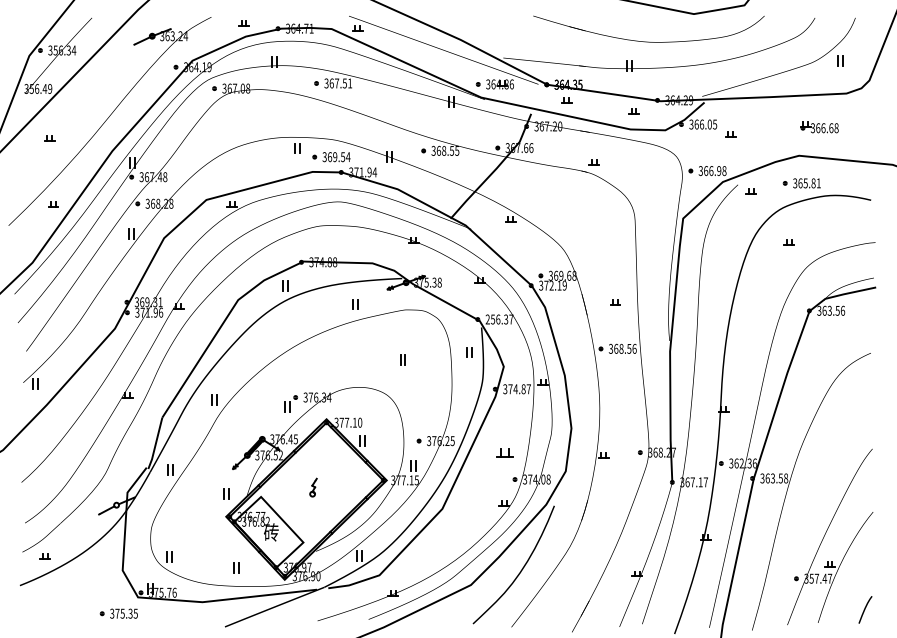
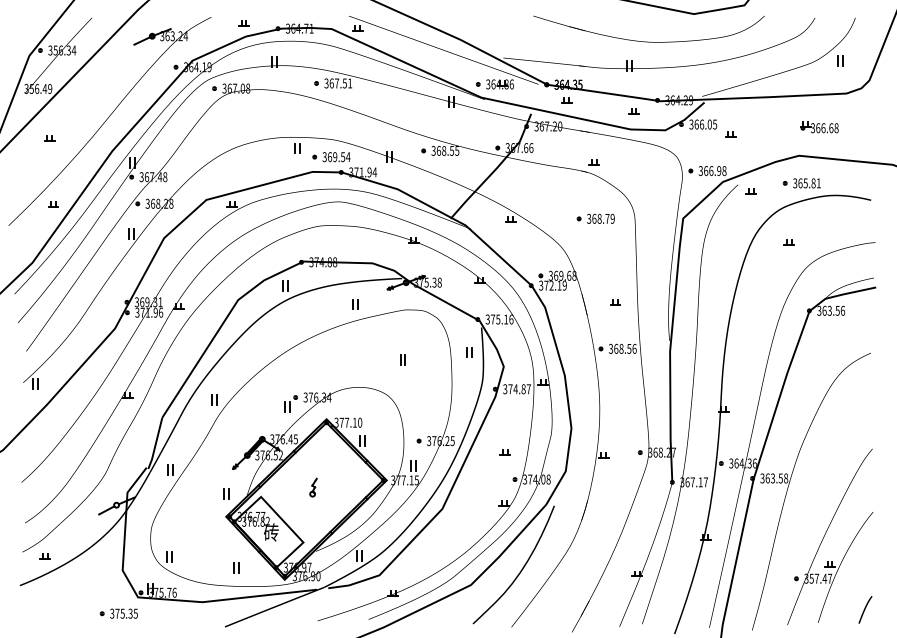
part at (595, 218): none -> present
text at (499, 319): 256.37 -> 375.16
part at (504, 452) size: 18x10 px -> 12x7 px
text at (741, 463): 362.36 -> 364.36
